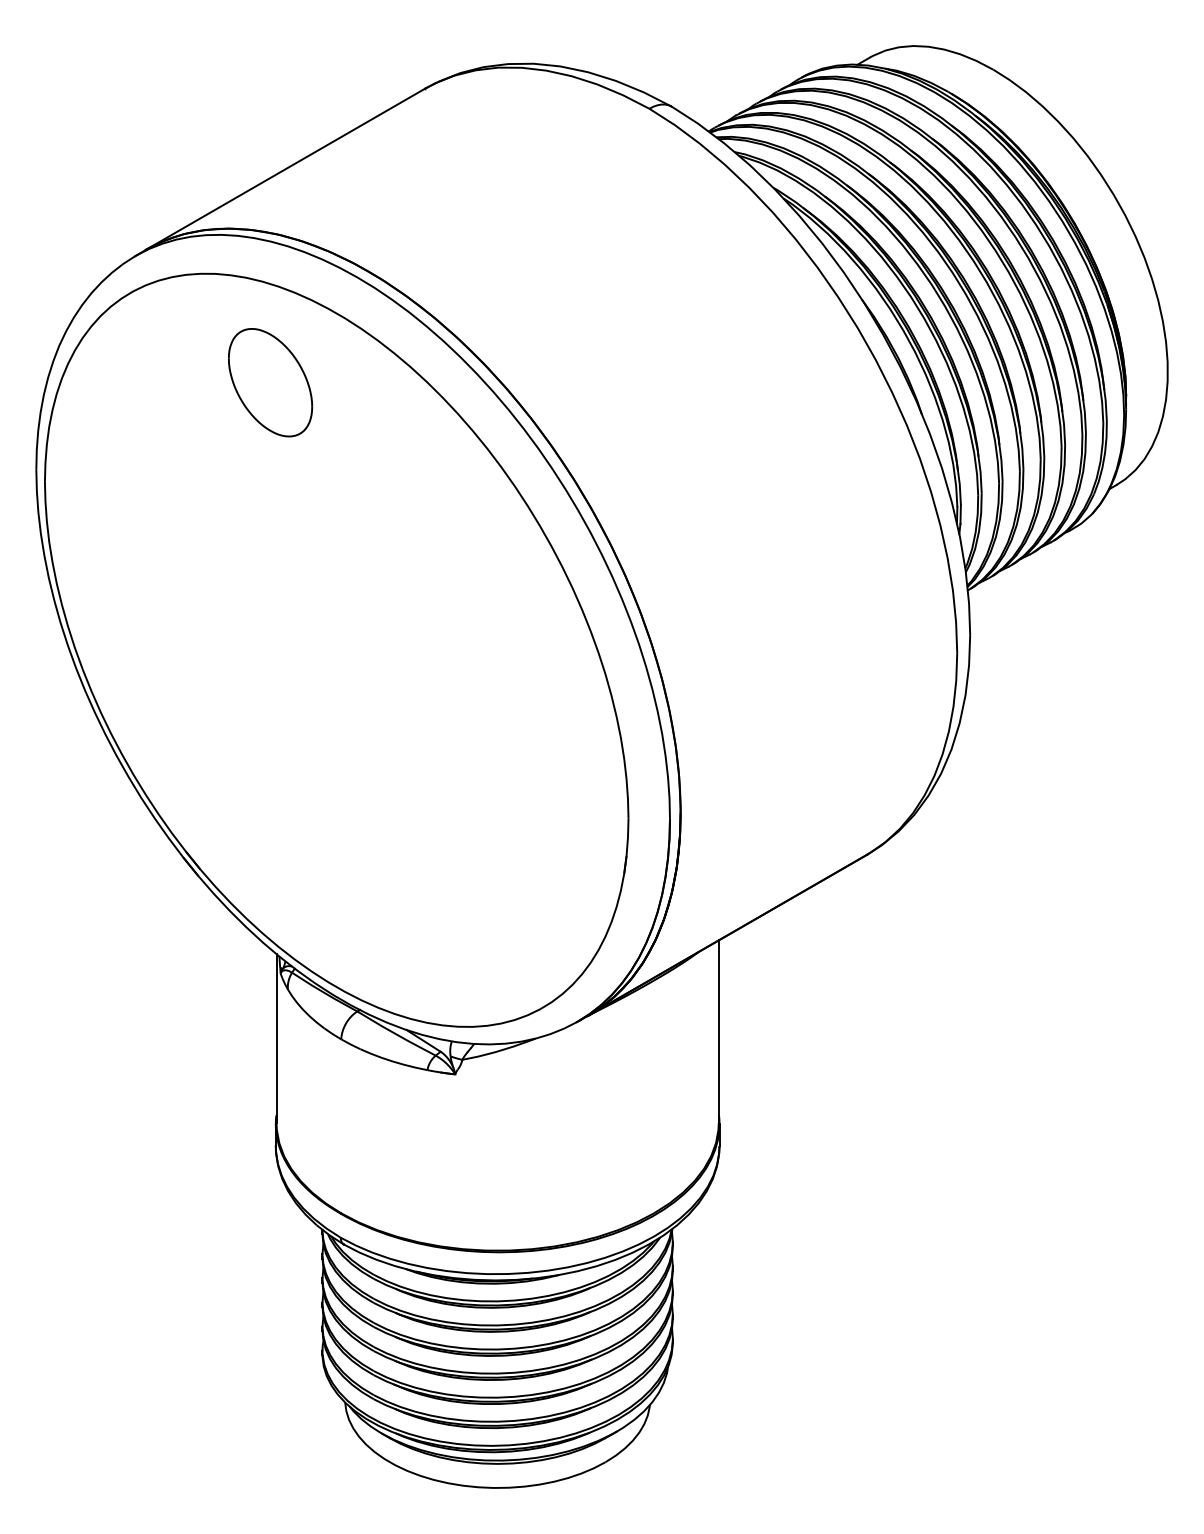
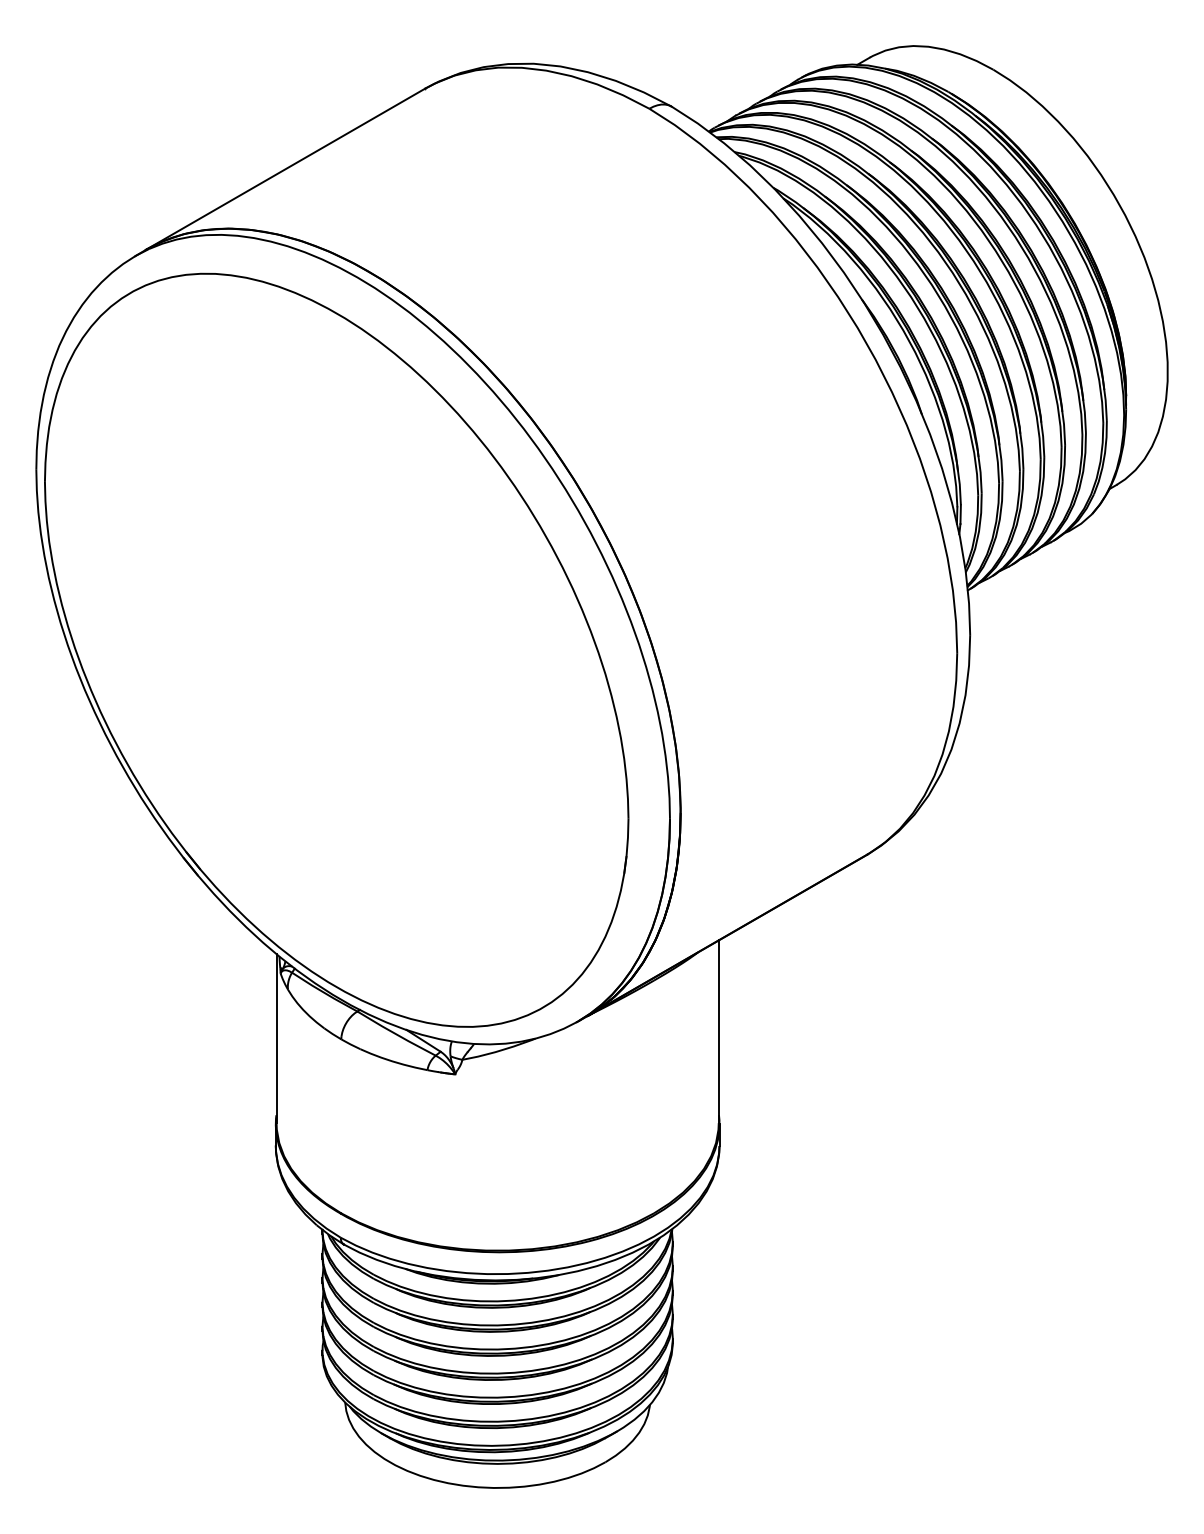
part at (270, 382): present -> none
